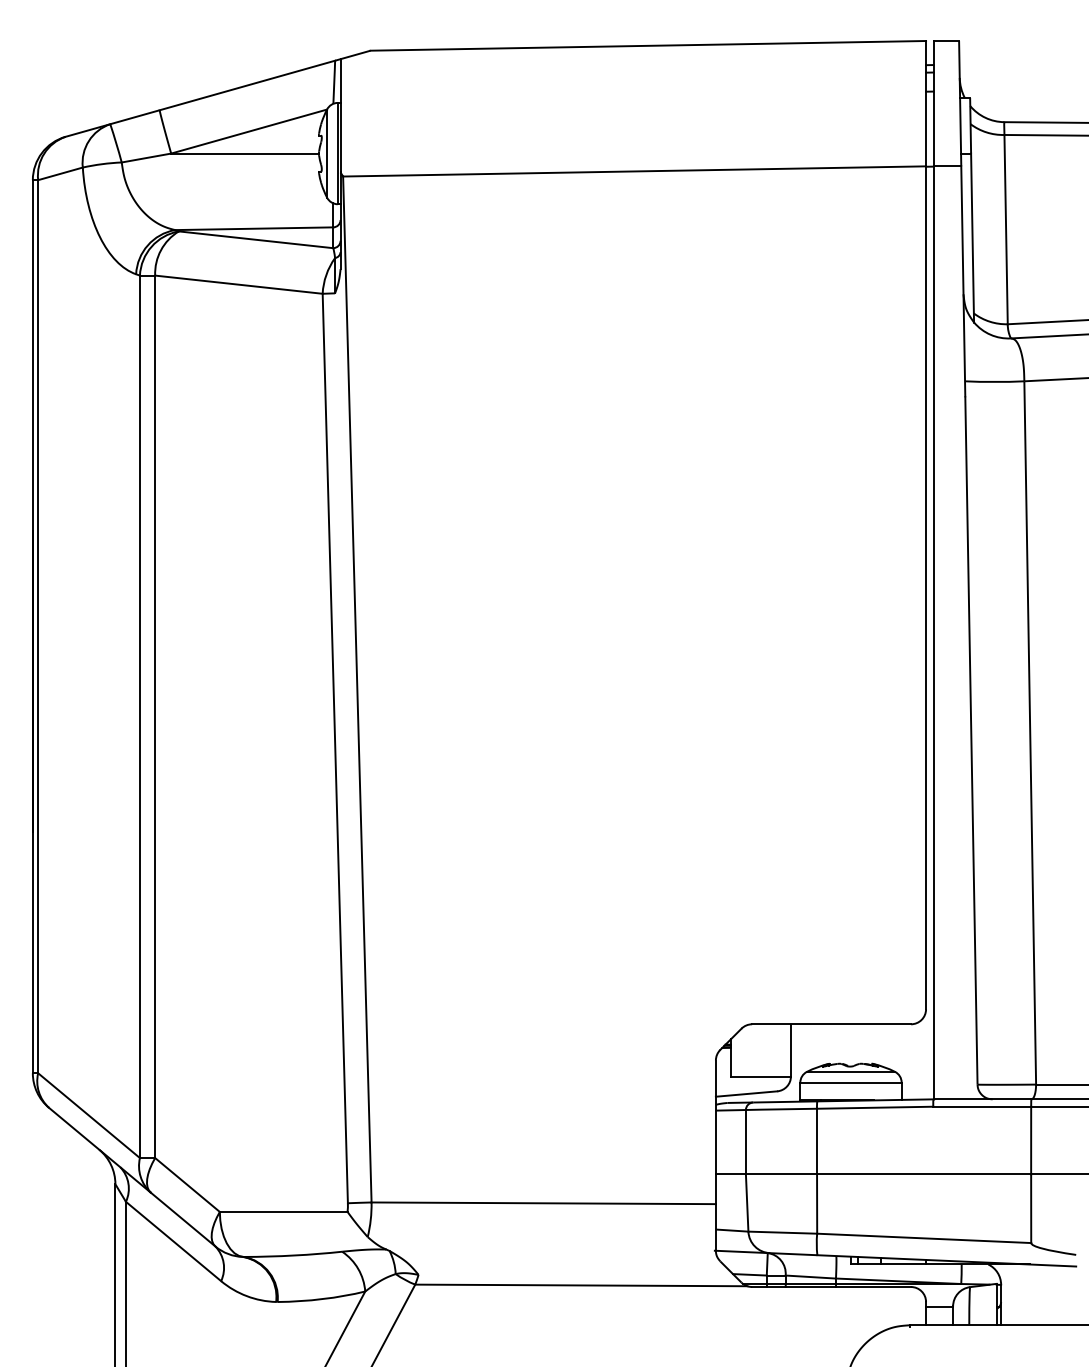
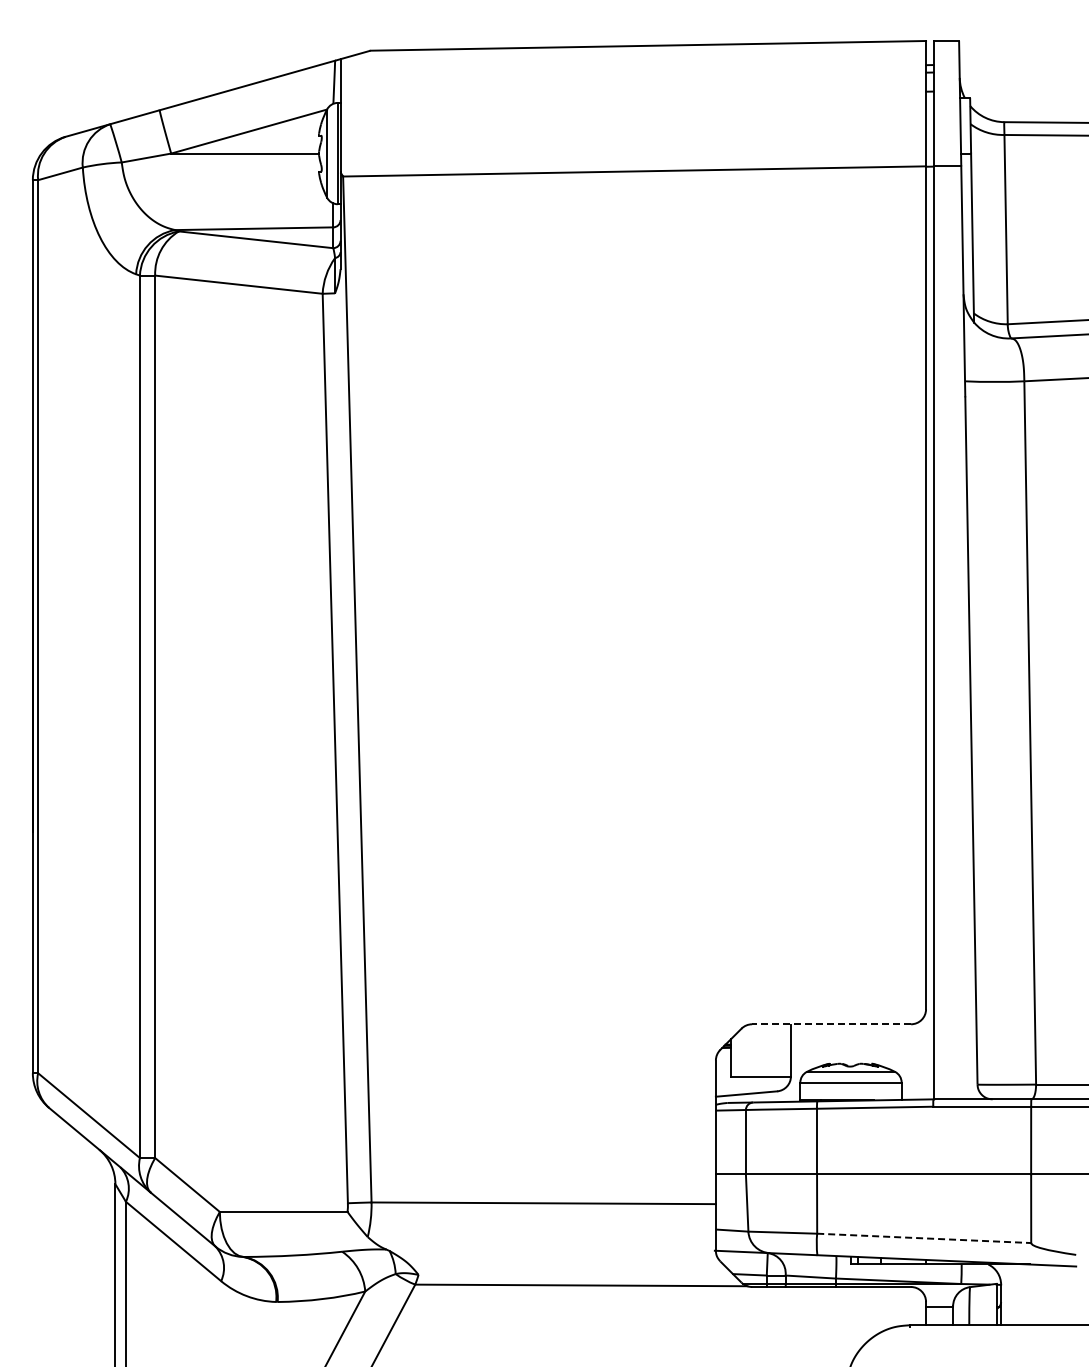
line at (831, 1024): solid -> dashed
line at (924, 1238): solid -> dashed
